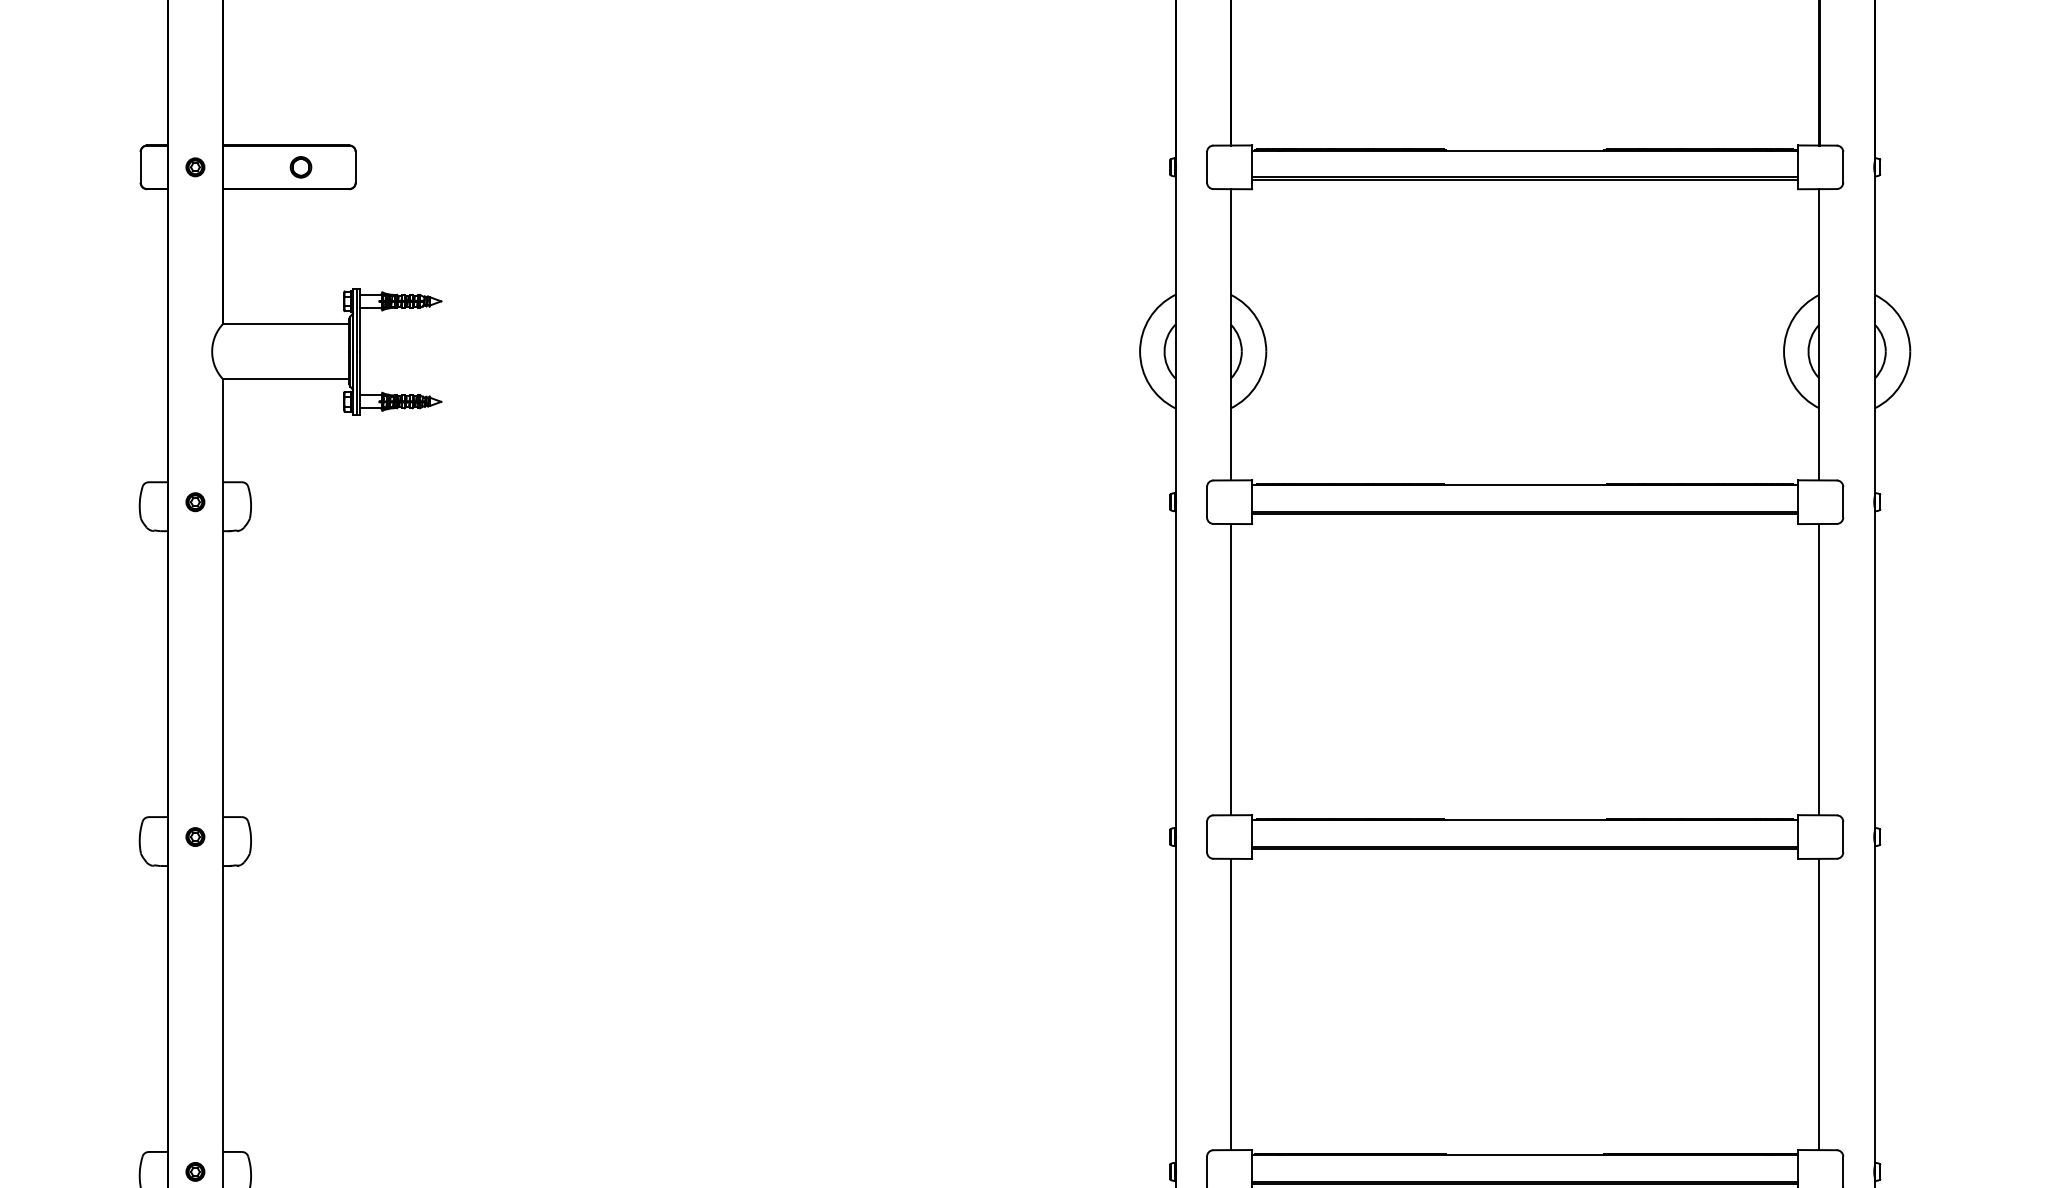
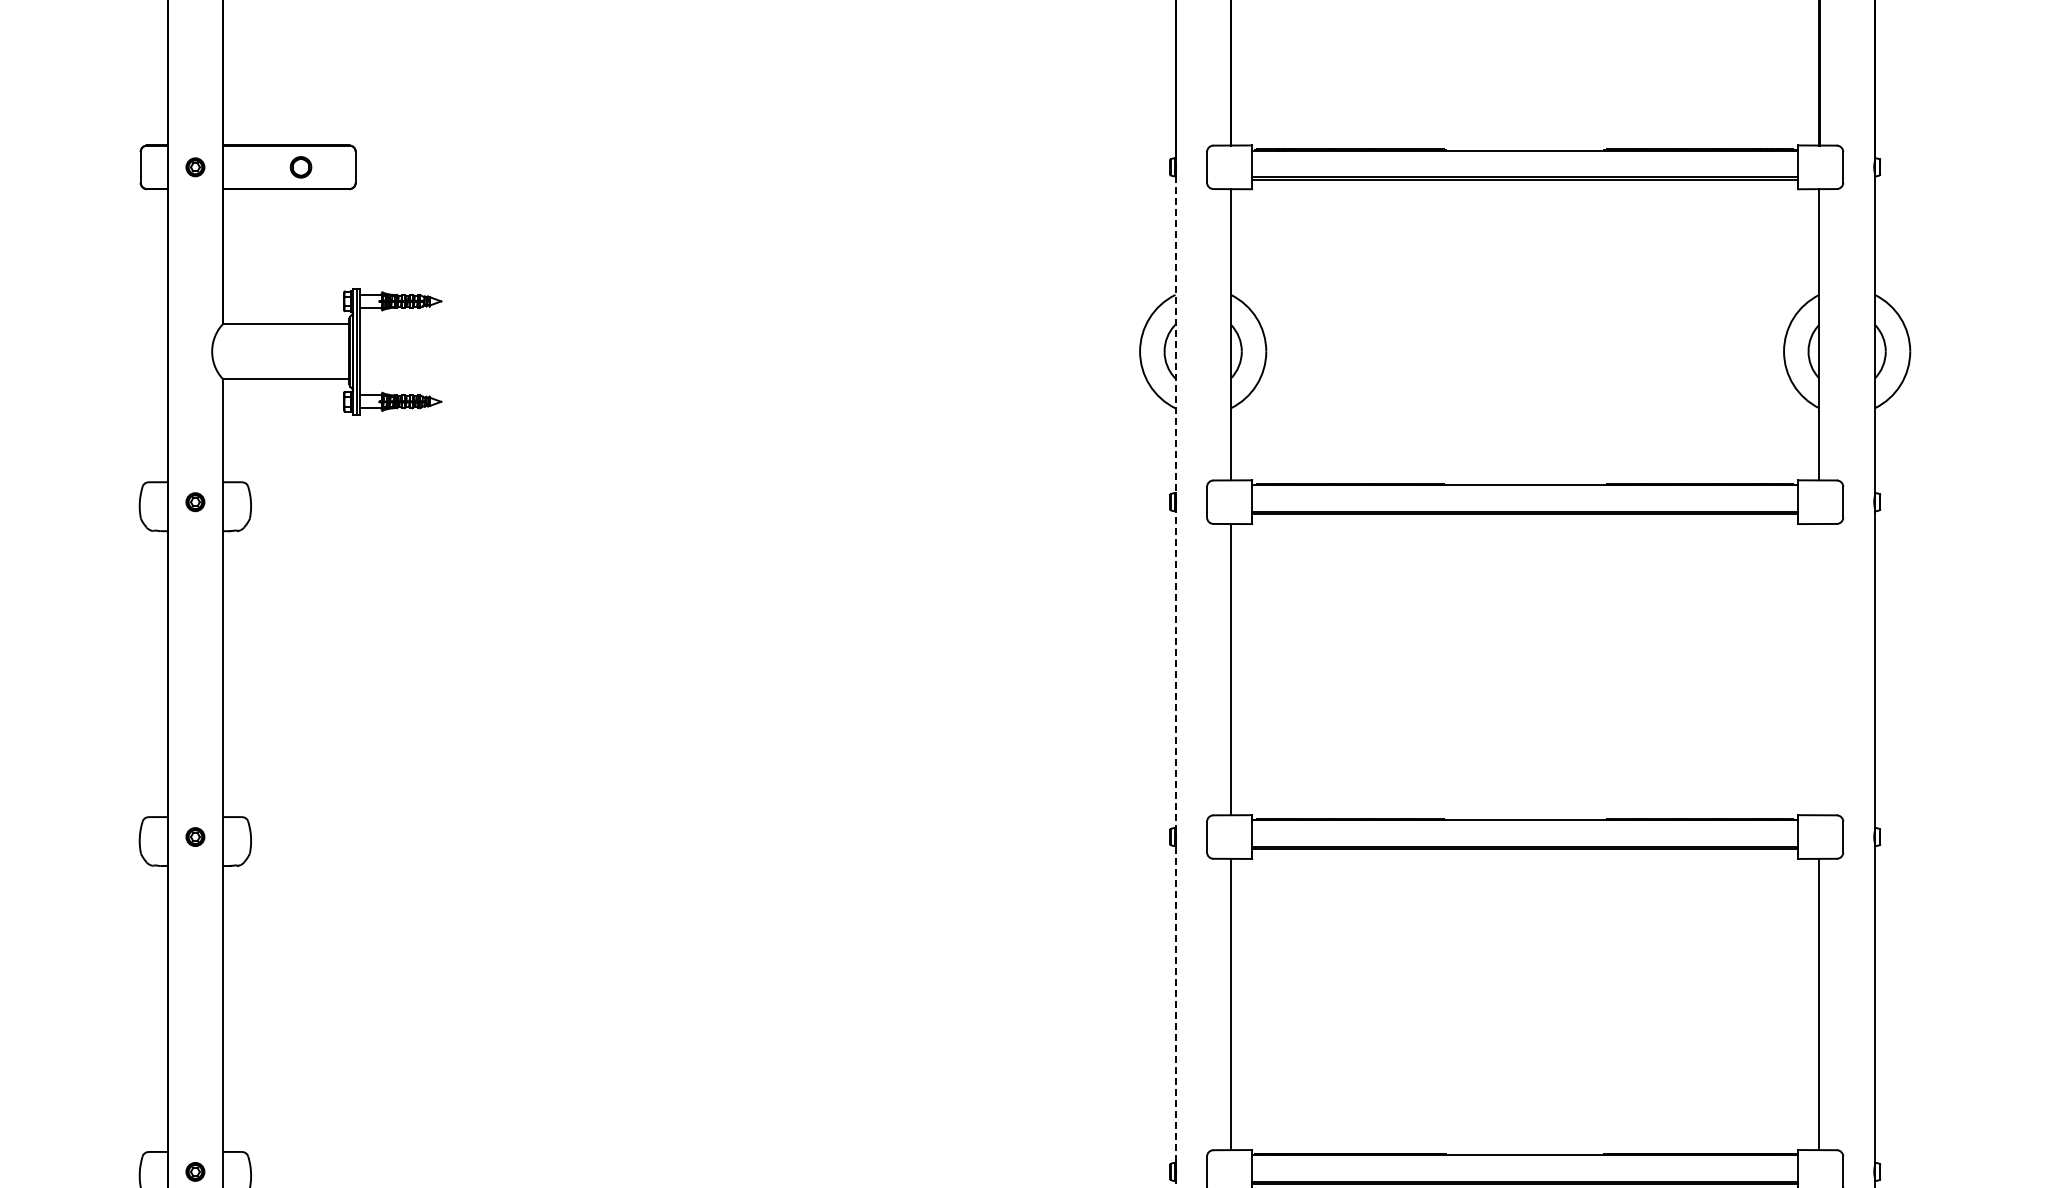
line at (1819, 669): present -> none
line at (1175, 682): solid -> dashed
